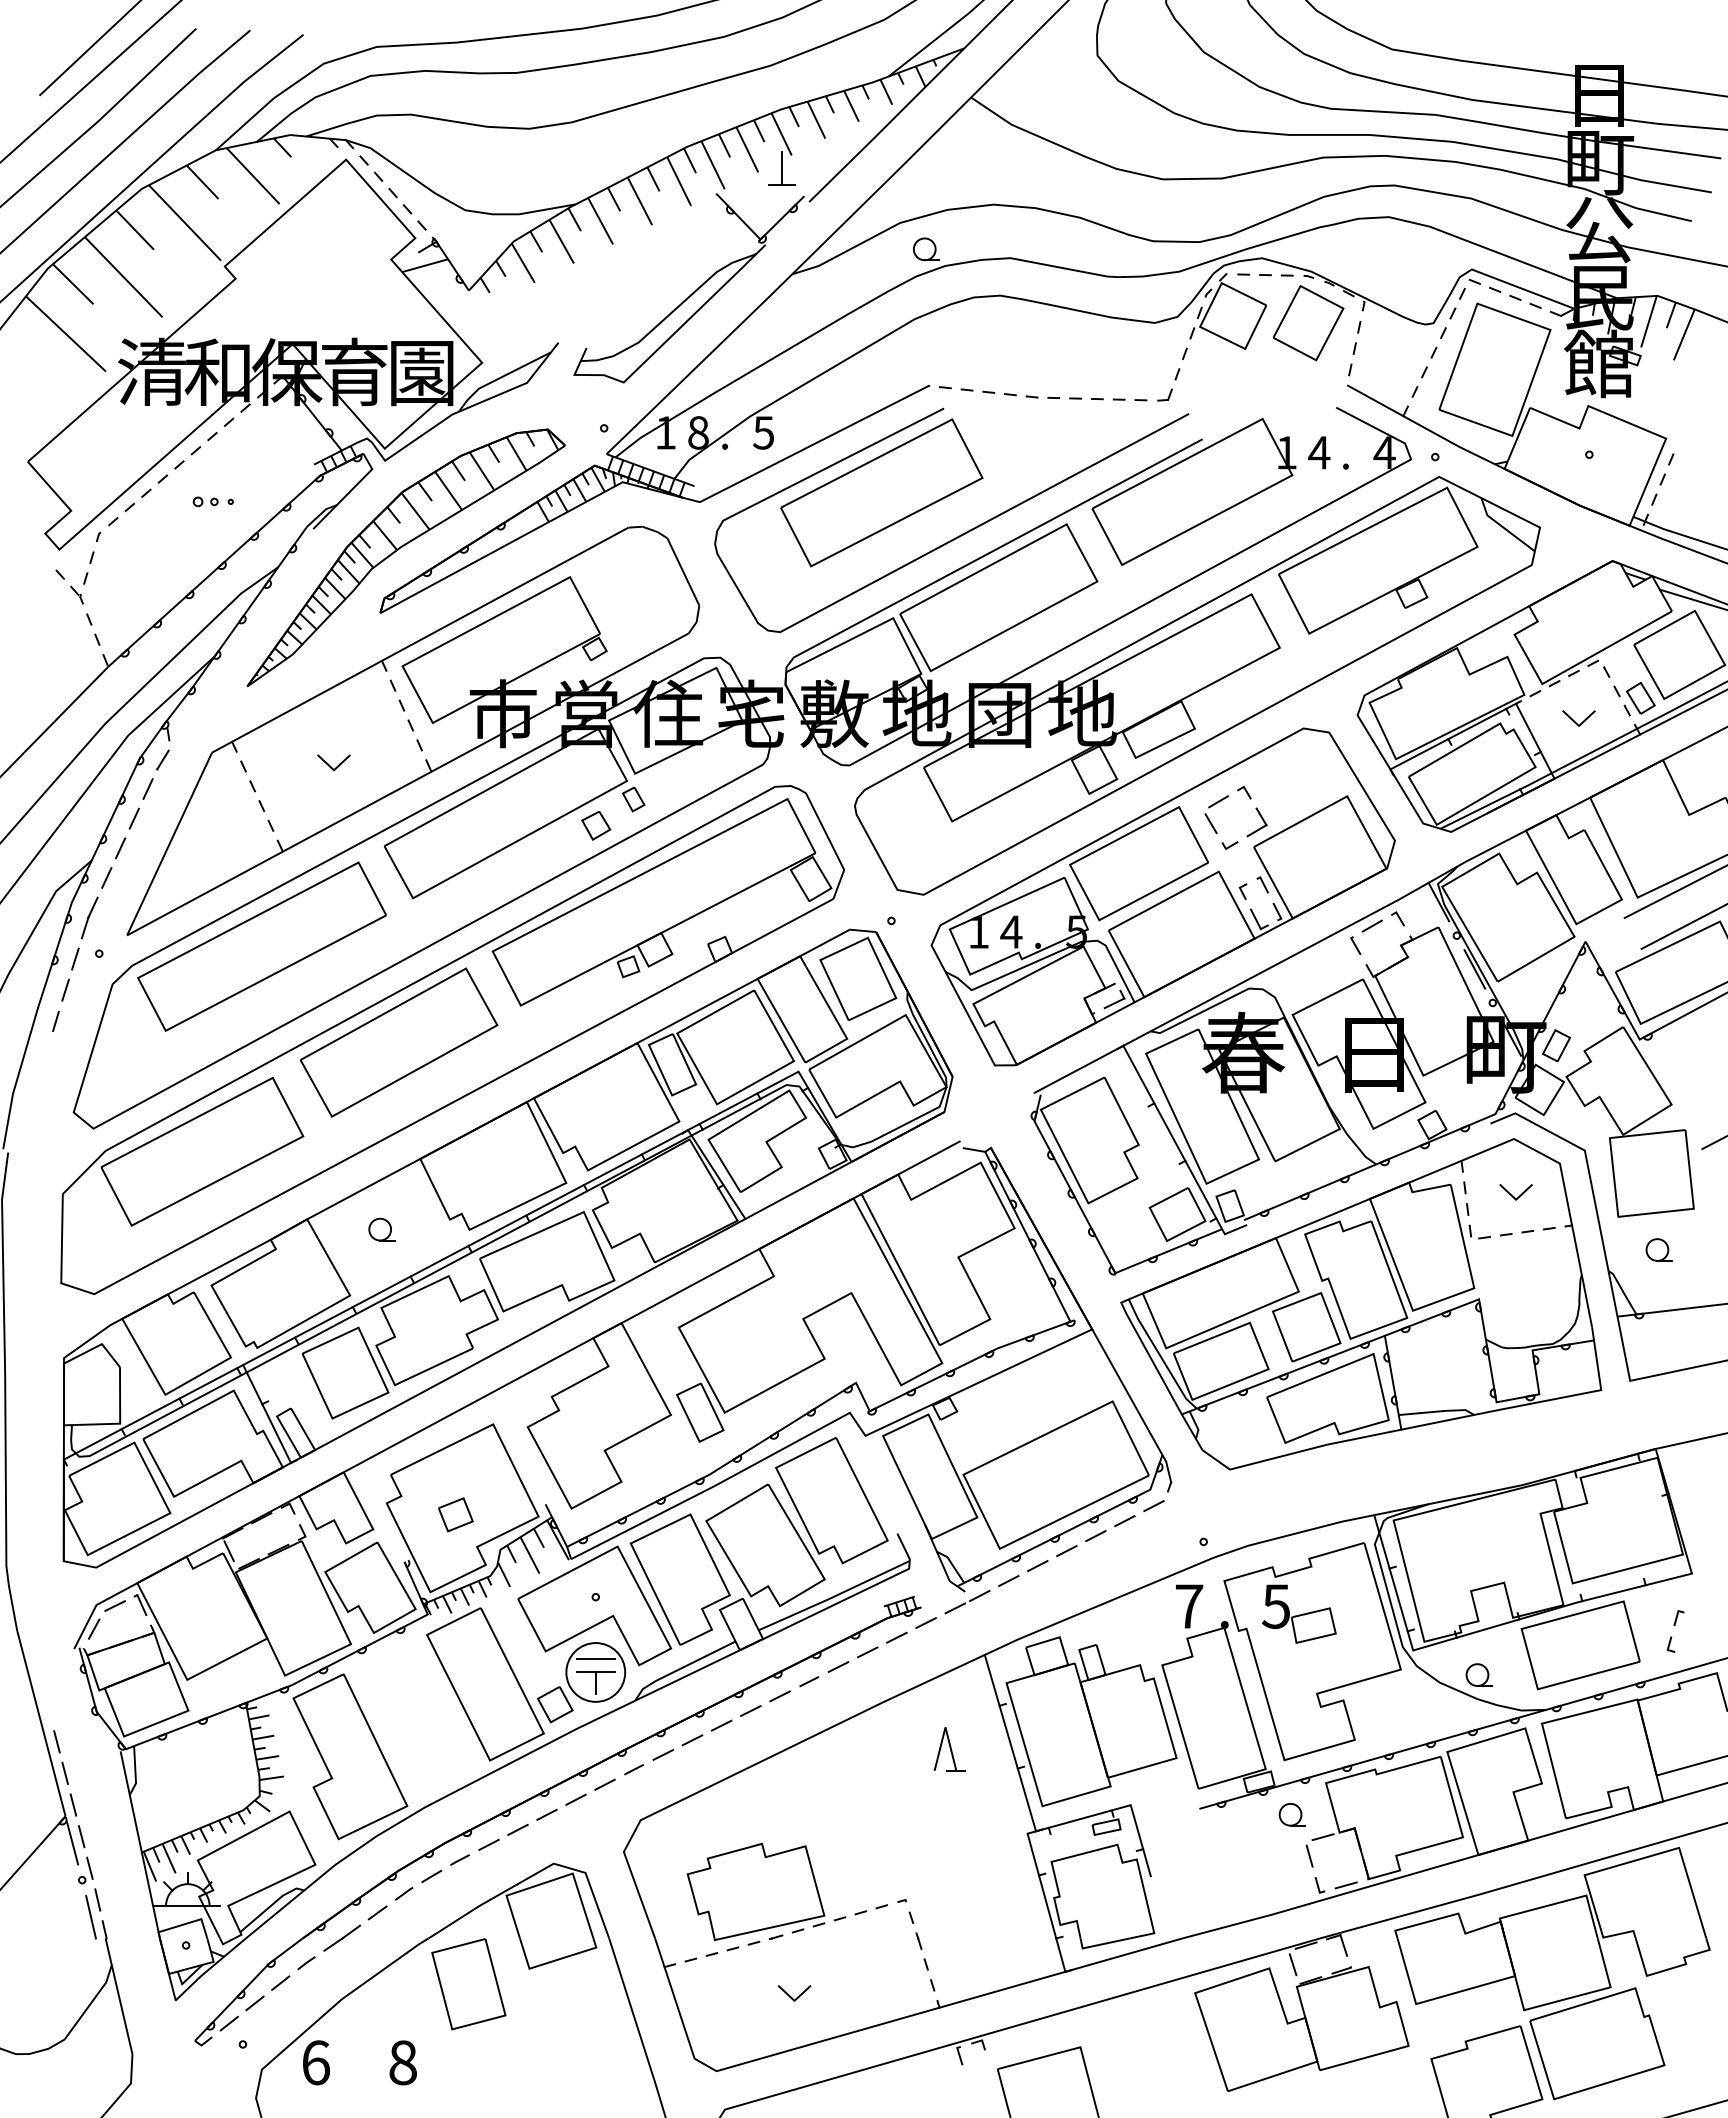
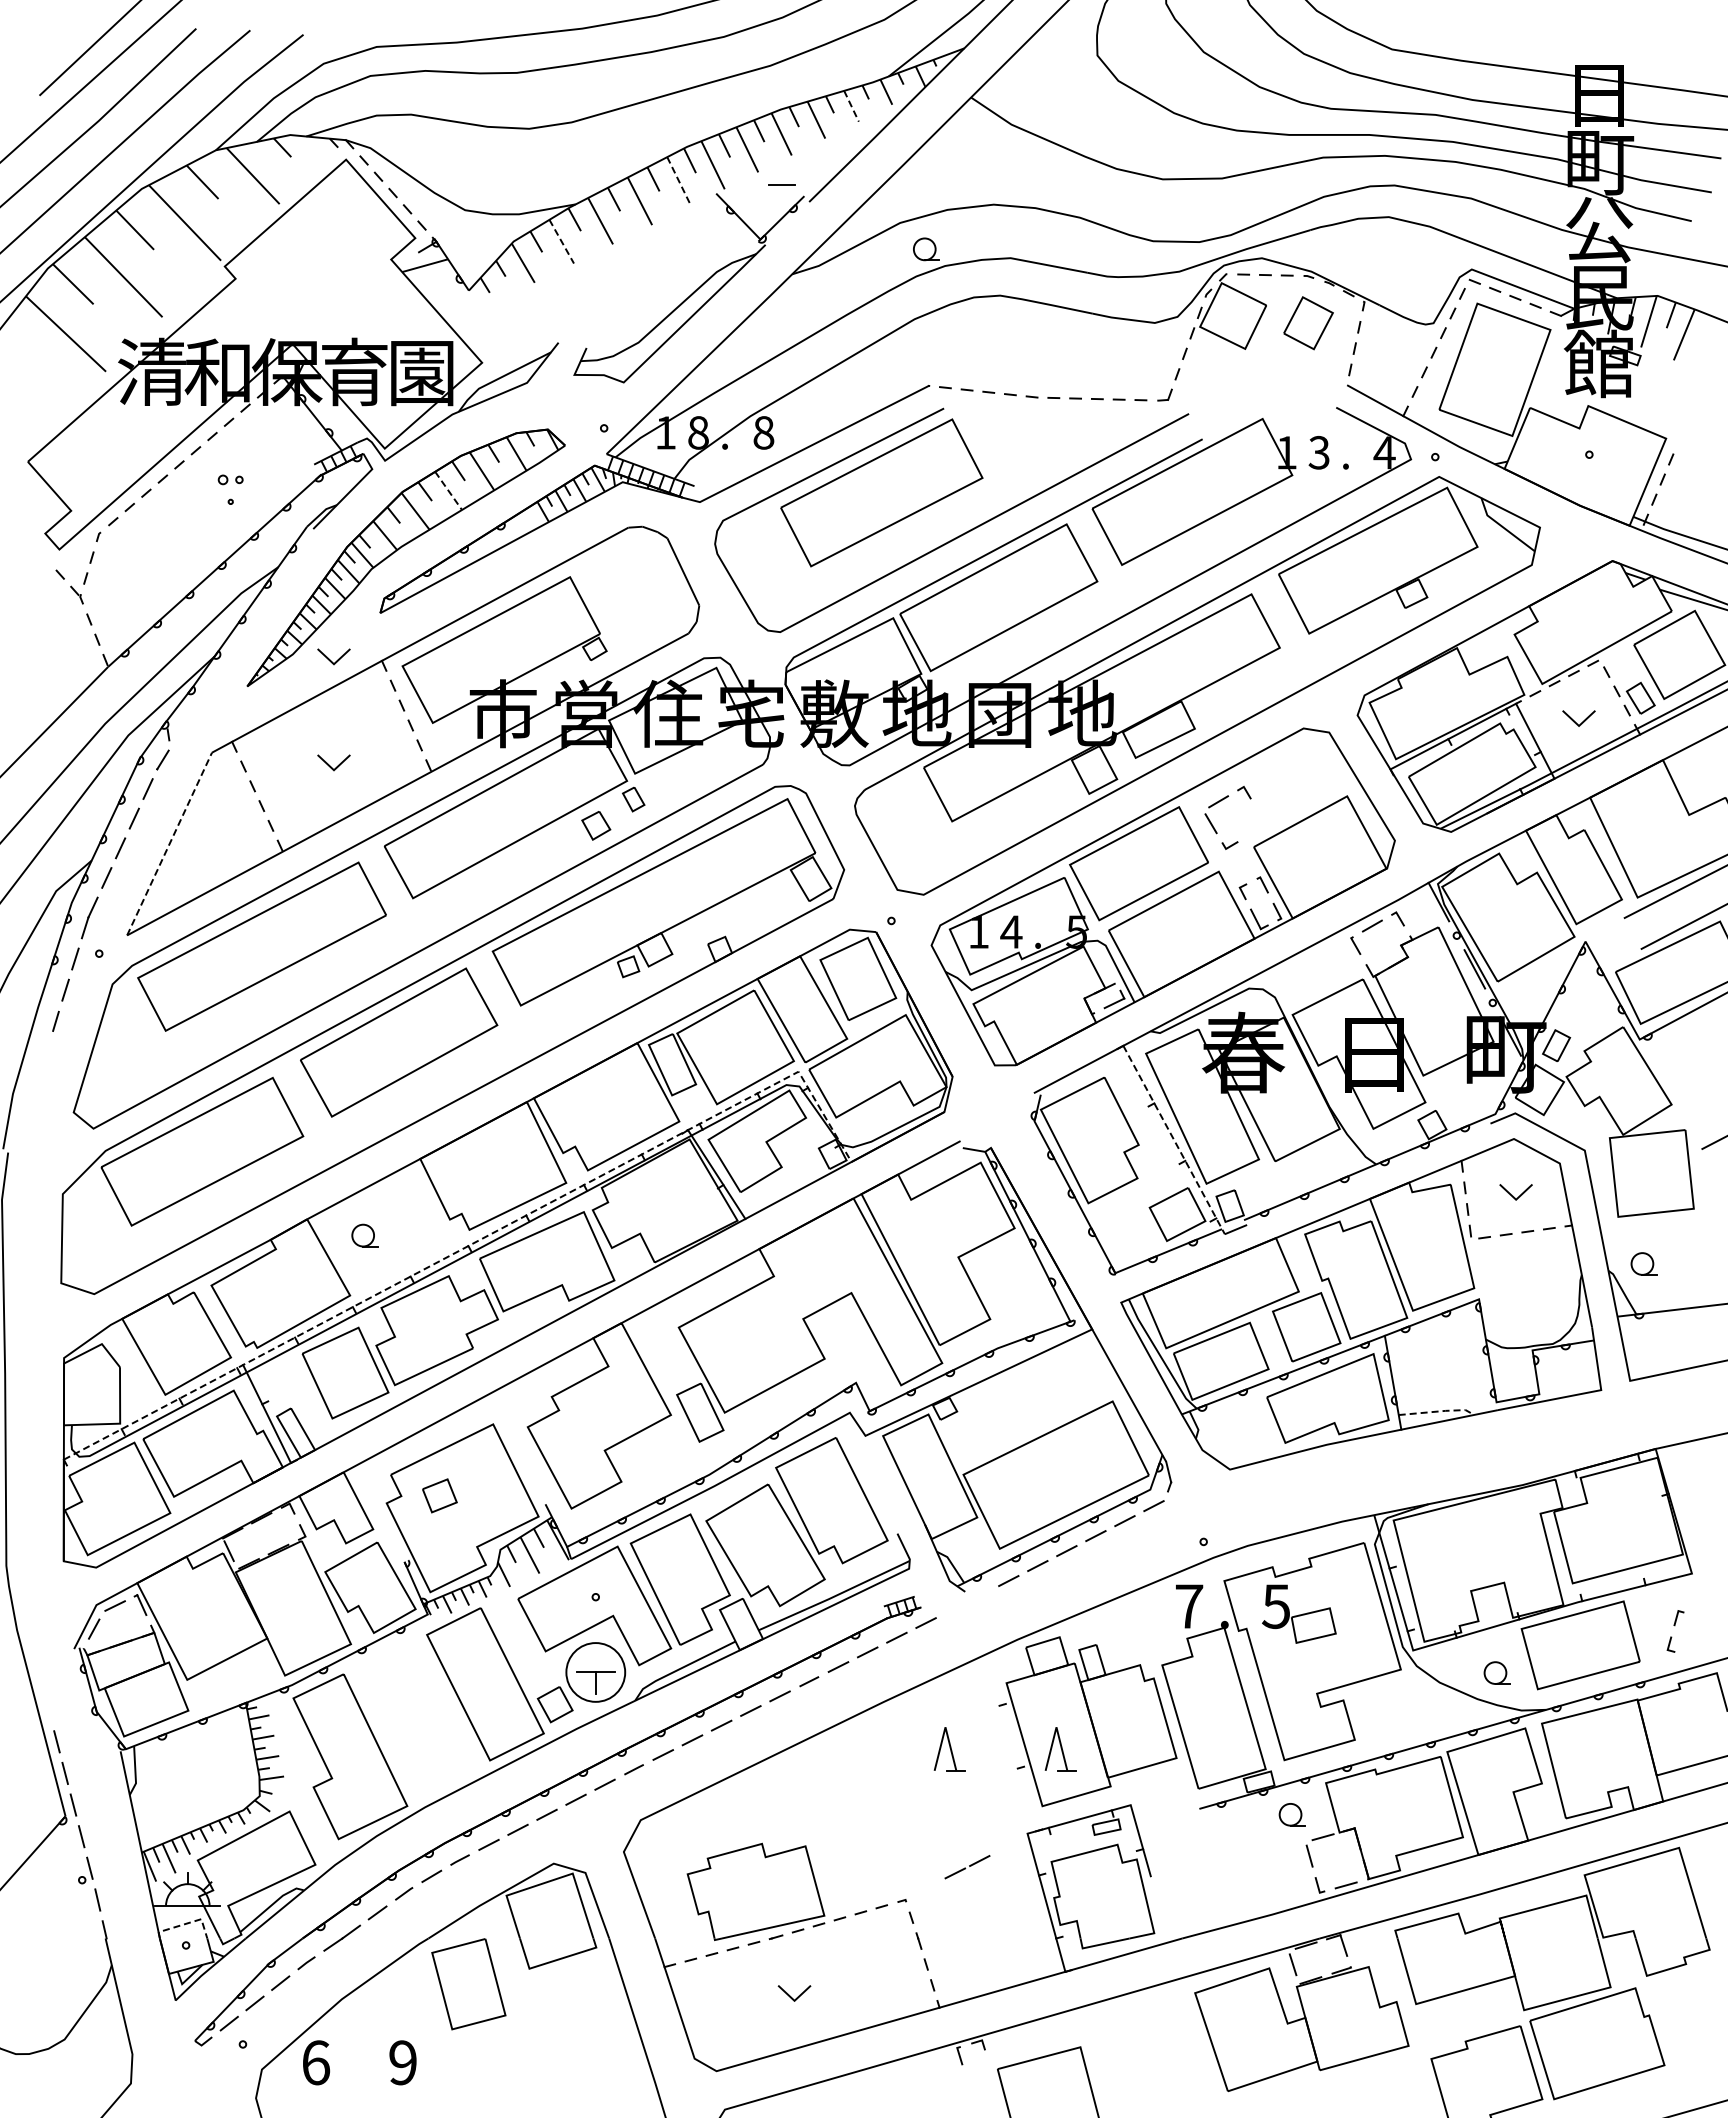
line at (851, 106): solid -> dashed
line at (781, 167): present -> none
line at (679, 182): solid -> dashed
line at (561, 242): solid -> dashed
part at (1308, 323) size: 73x77 px -> 51x55 px
text at (763, 432): 5 -> 8
text at (1319, 452): 4 -> 3
line at (448, 491): solid -> dashed
part at (205, 501) position: (205, 501) -> (230, 479)
line at (330, 659): none -> present
part at (1262, 820): present -> none
line at (169, 844): solid -> dashed
line at (1174, 1140): solid -> dashed
part at (381, 1229) position: (381, 1229) -> (364, 1235)
line at (478, 1240): solid -> dashed
part at (1658, 1249) position: (1658, 1249) -> (1643, 1263)
line at (1437, 1411): solid -> dashed
part at (455, 1514) position: (455, 1514) -> (439, 1495)
line at (966, 1603) position: (966, 1603) -> (966, 1868)
line at (595, 1659): present -> none
part at (1478, 1674) position: (1478, 1674) -> (1496, 1672)
line at (1010, 1742): present -> none
part at (1060, 1749): none -> present
line at (72, 1843): present -> none
line at (90, 1917): present -> none
line at (187, 1923): solid -> dashed
text at (402, 2062): 8 -> 9
